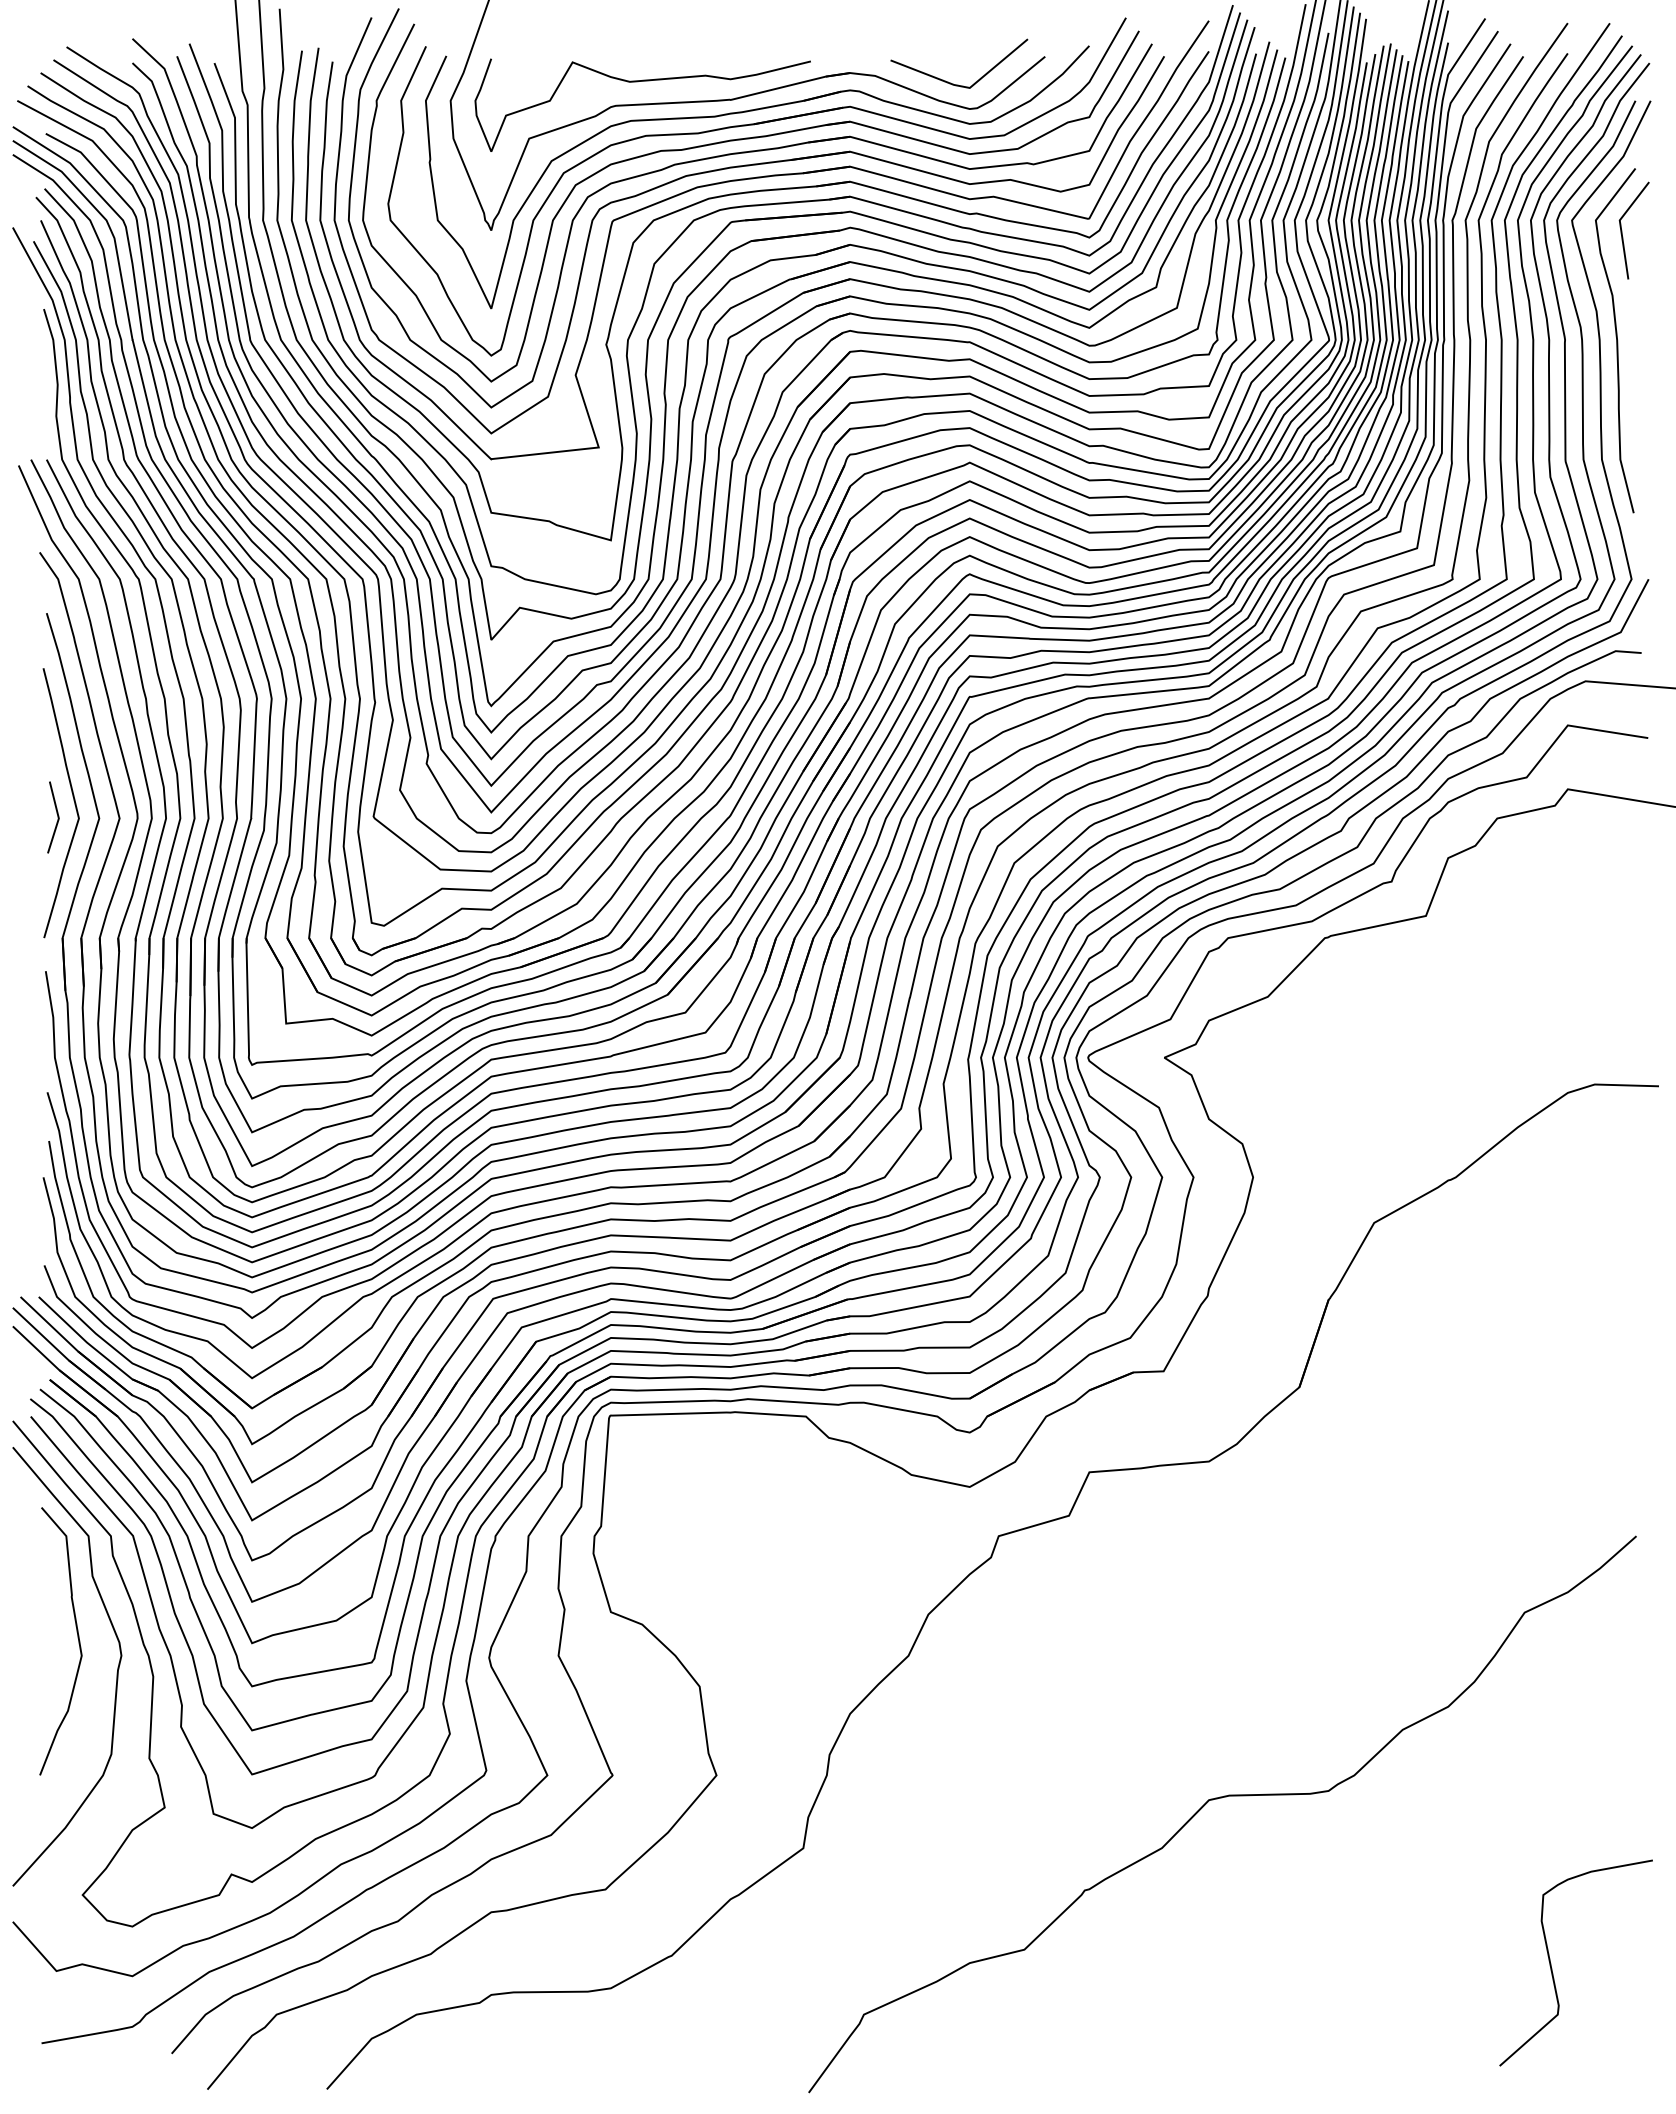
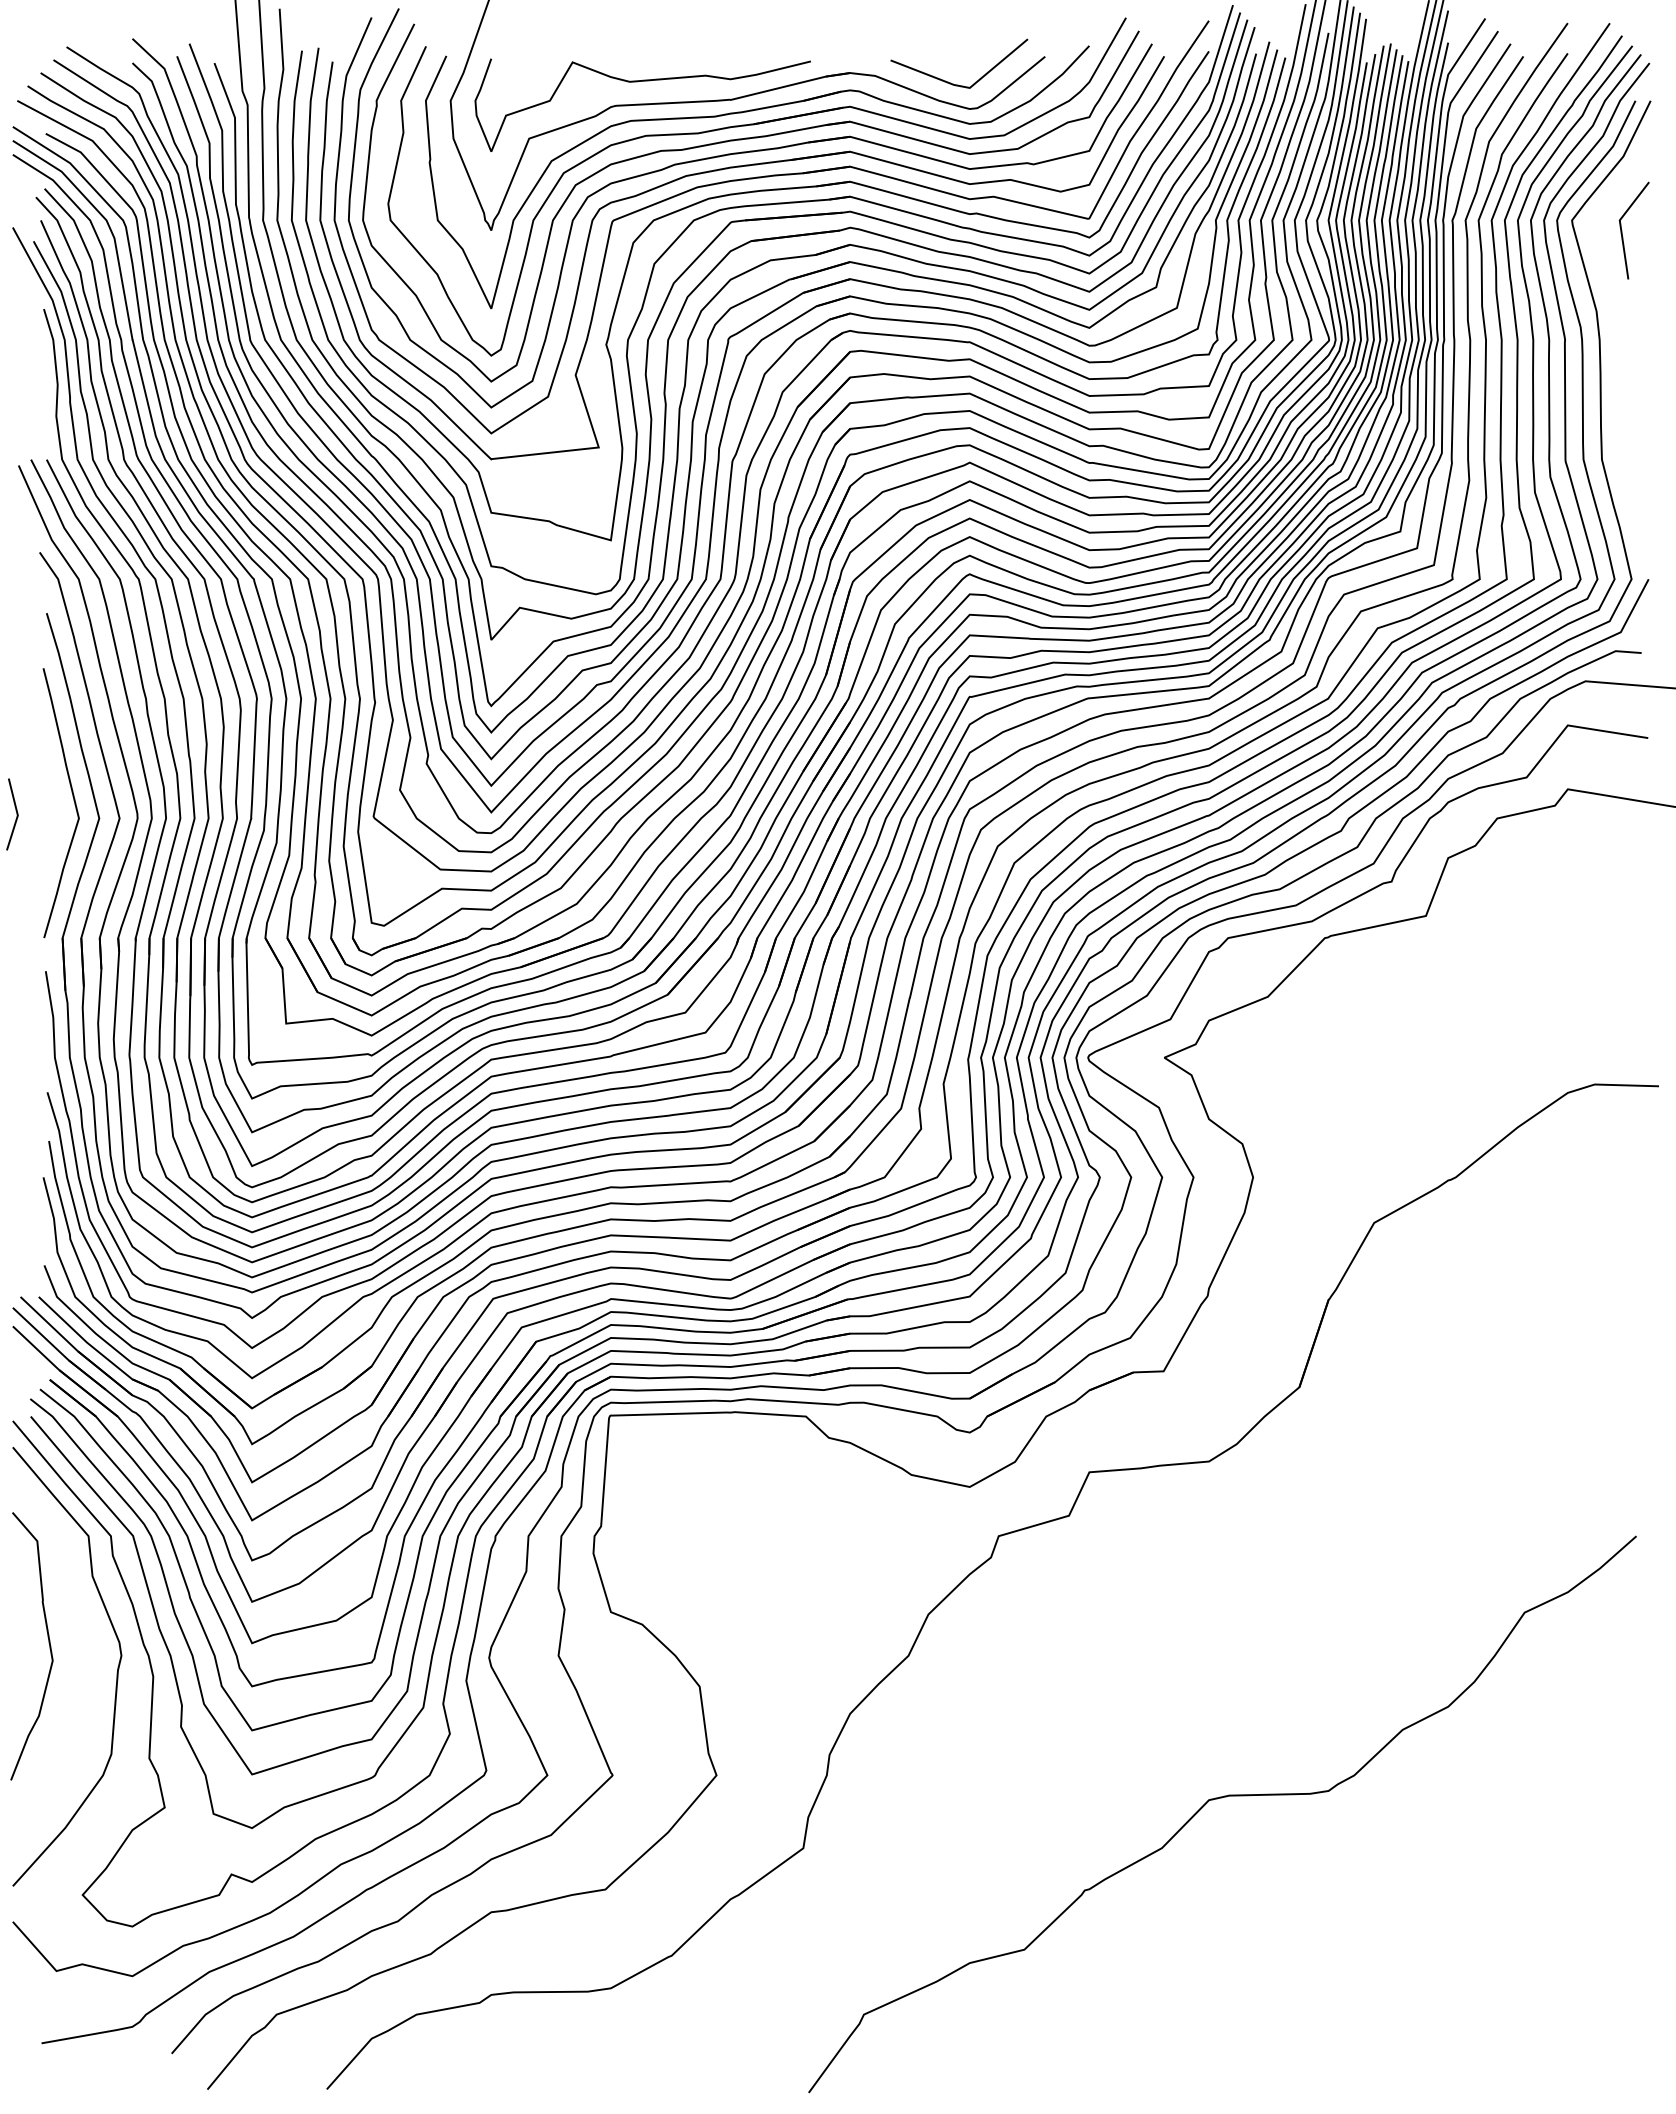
curve at (1616, 340): present -> none
line at (57, 817) position: (57, 817) -> (16, 814)
curve at (77, 1638) position: (77, 1638) -> (48, 1643)
curve at (1552, 1968): present -> none
